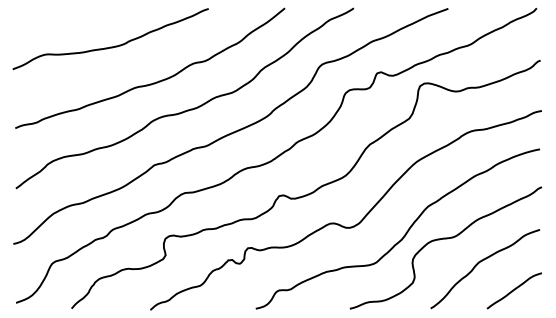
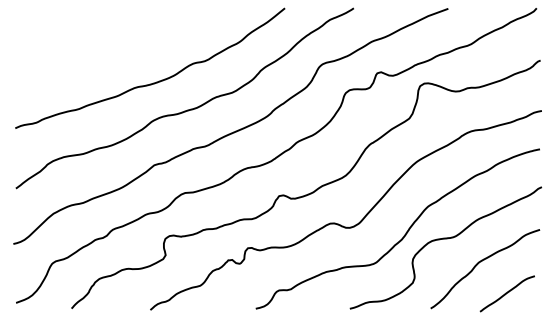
curve at (110, 46): present -> none
curve at (513, 290) position: (513, 290) -> (506, 293)
